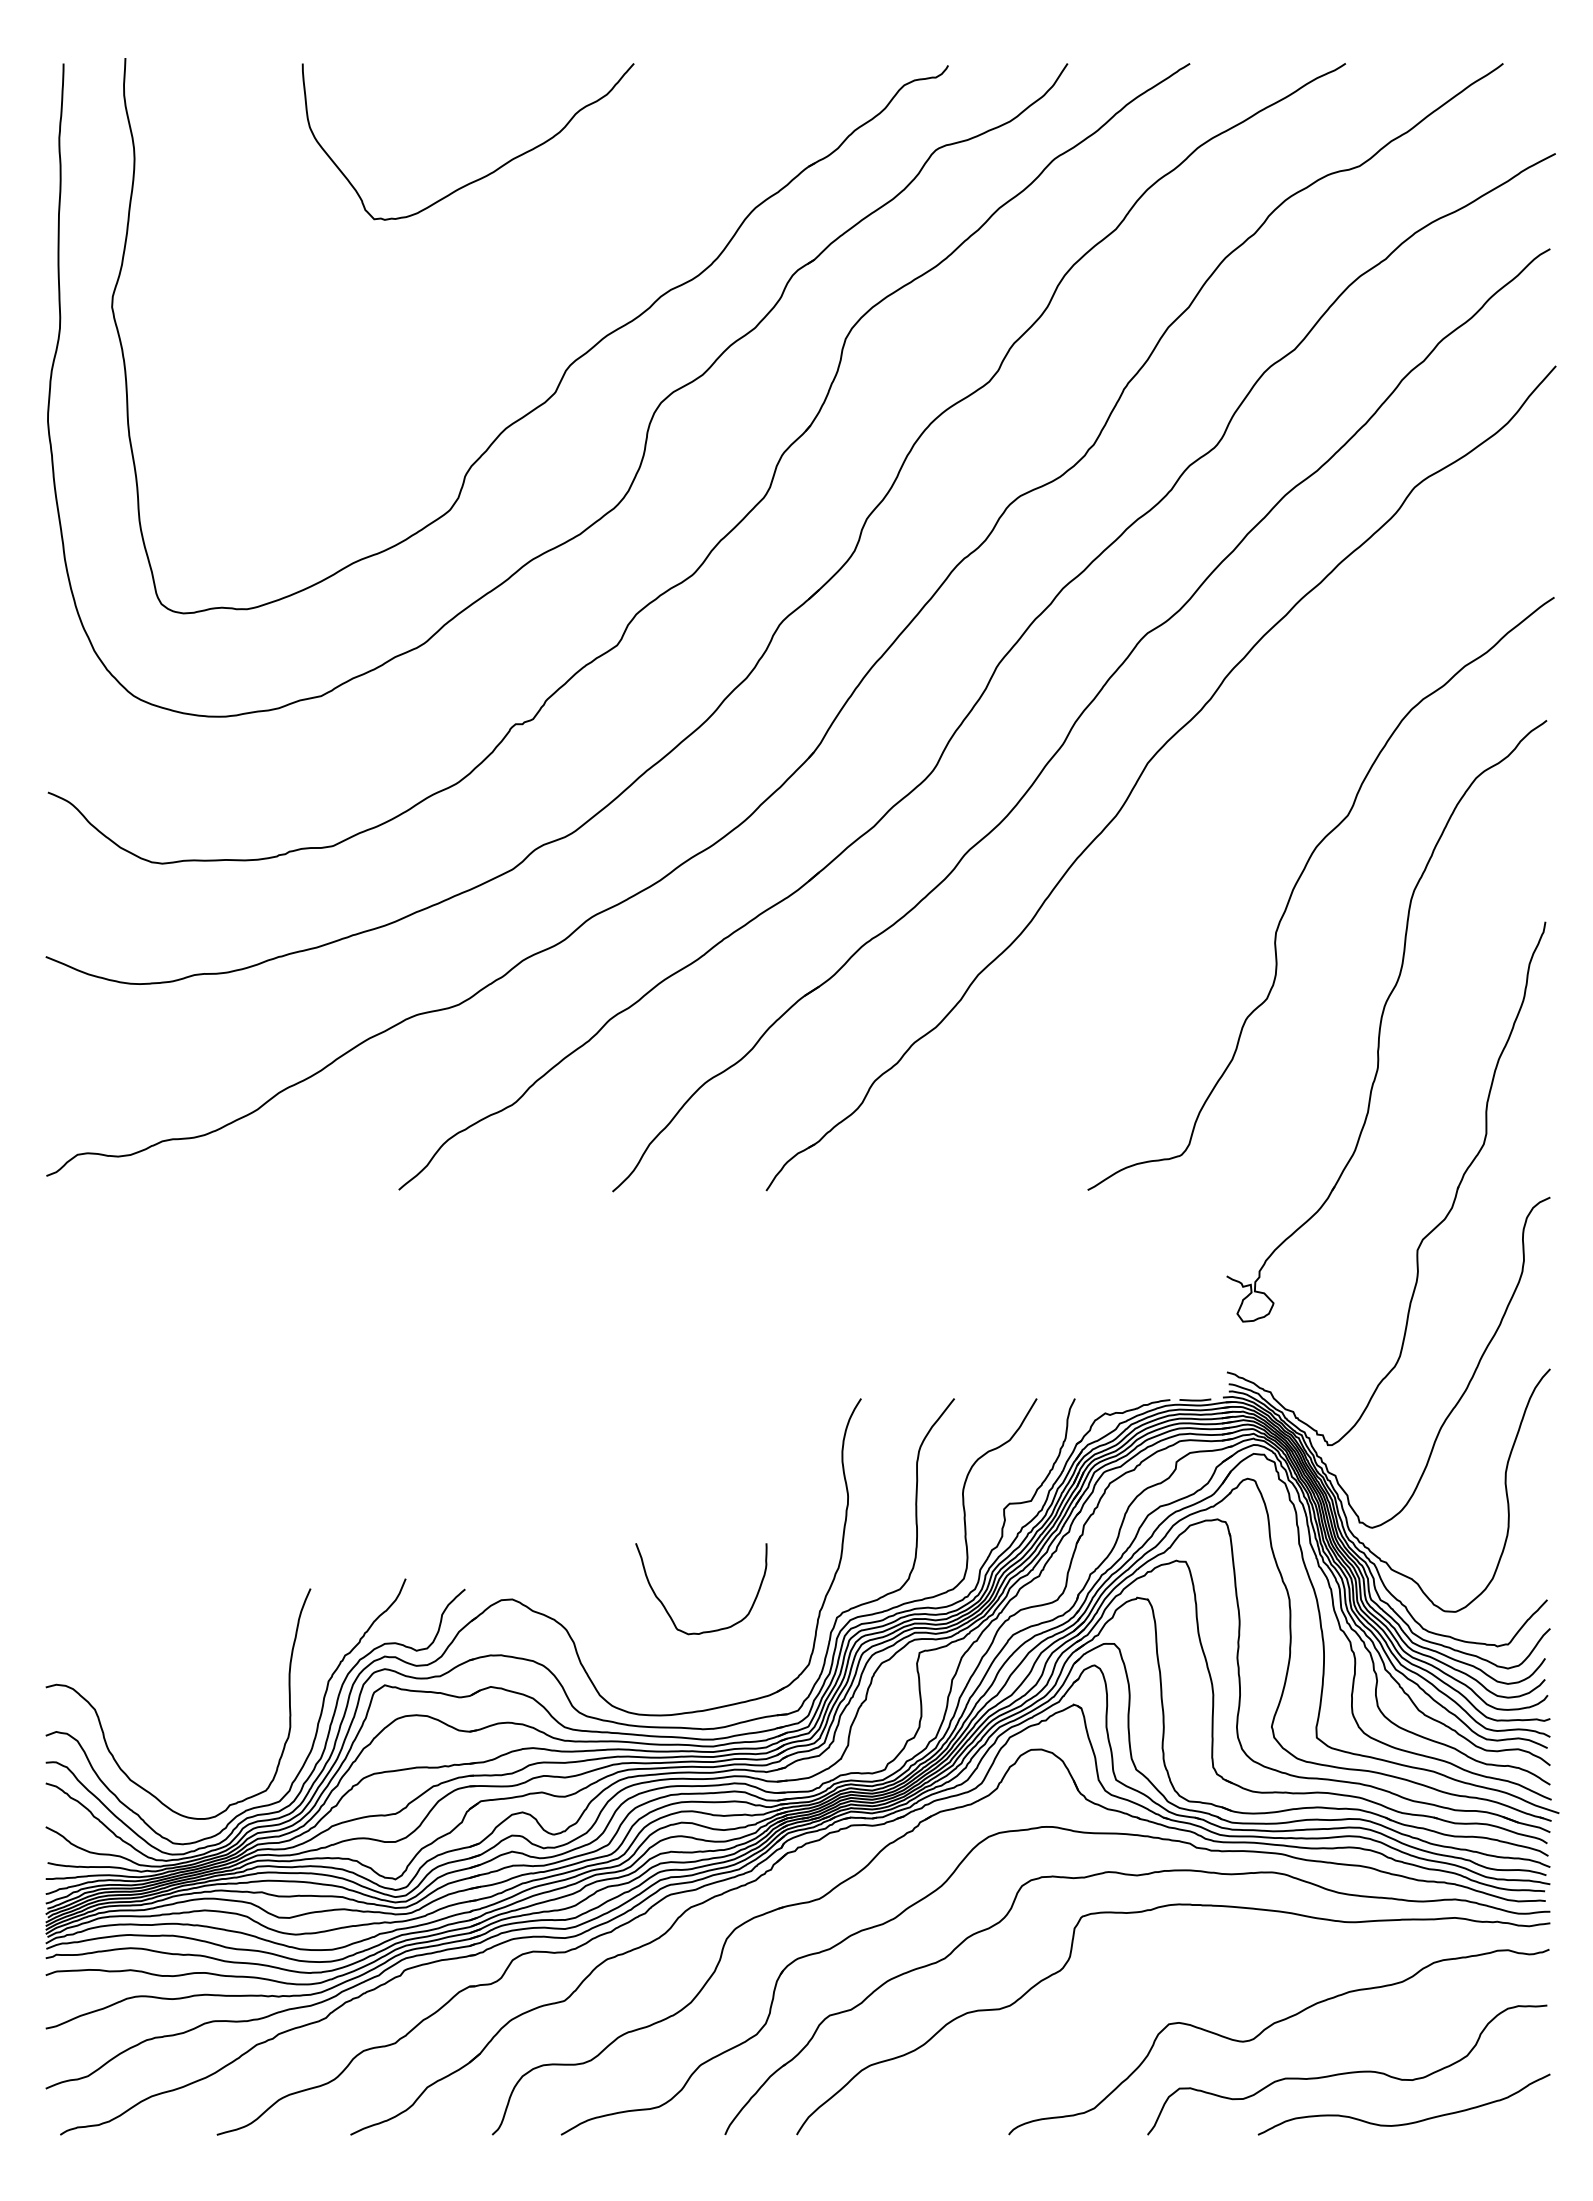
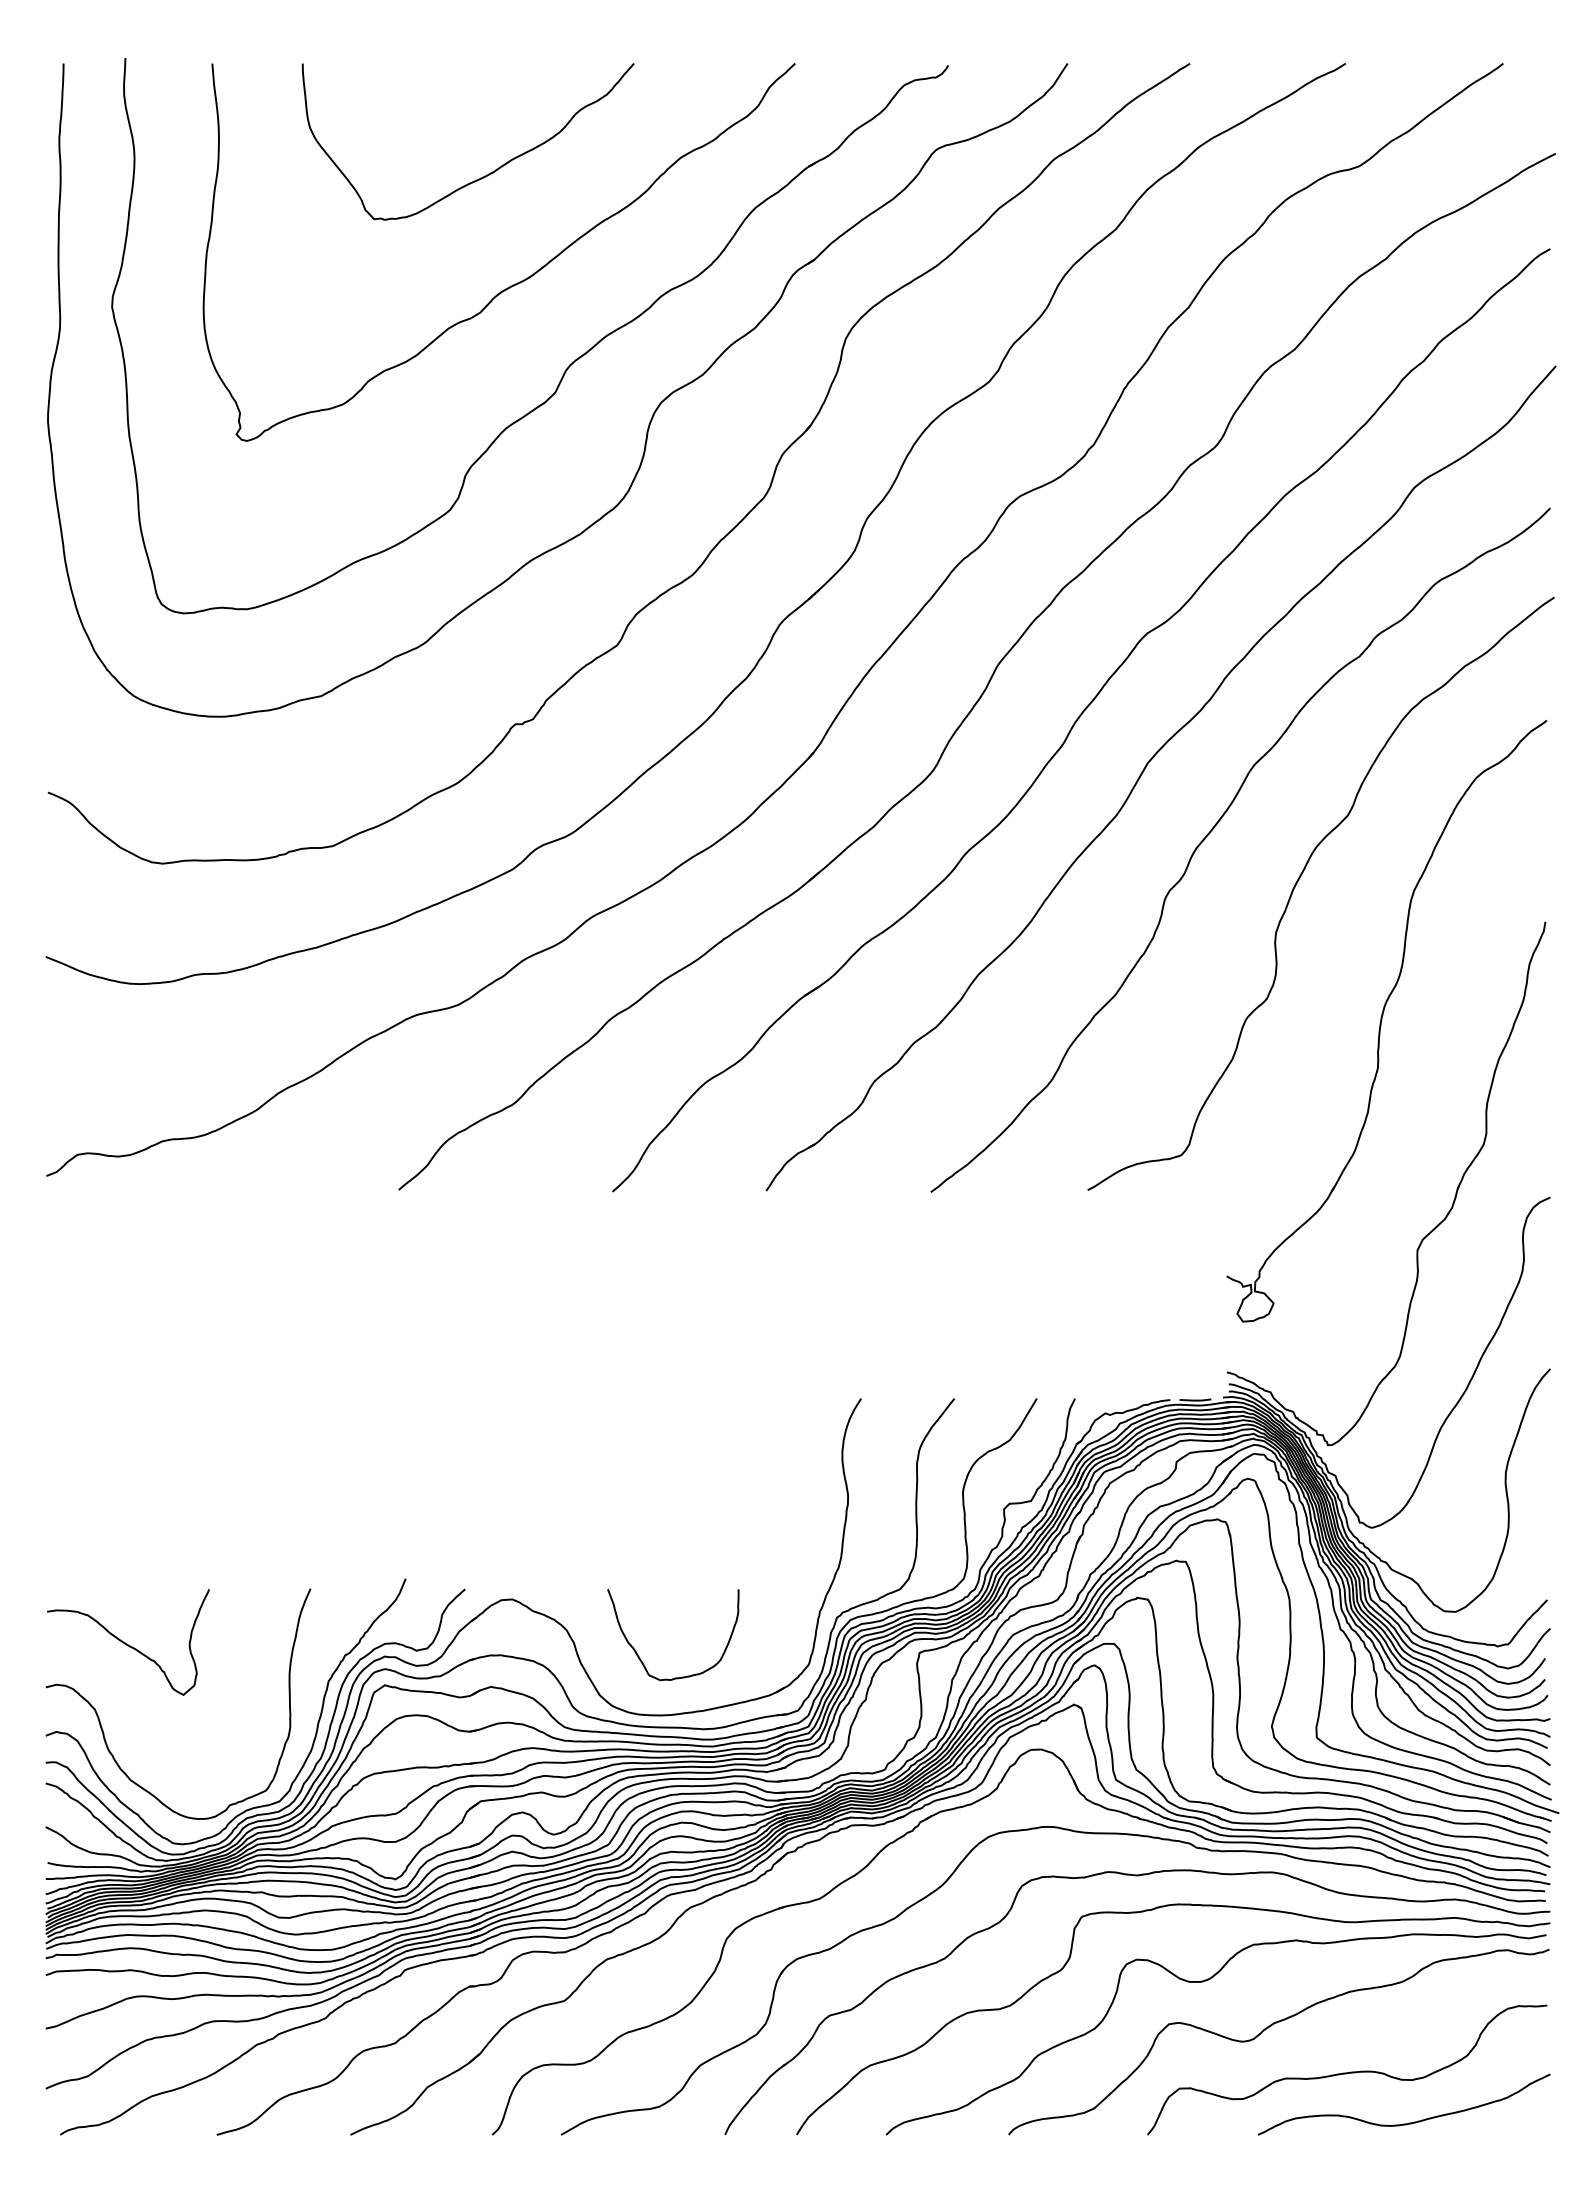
curve at (513, 284): none -> present
curve at (1215, 827): none -> present
curve at (665, 1606) position: (665, 1606) -> (637, 1652)
curve at (127, 1643): none -> present
curve at (1203, 1982): none -> present
